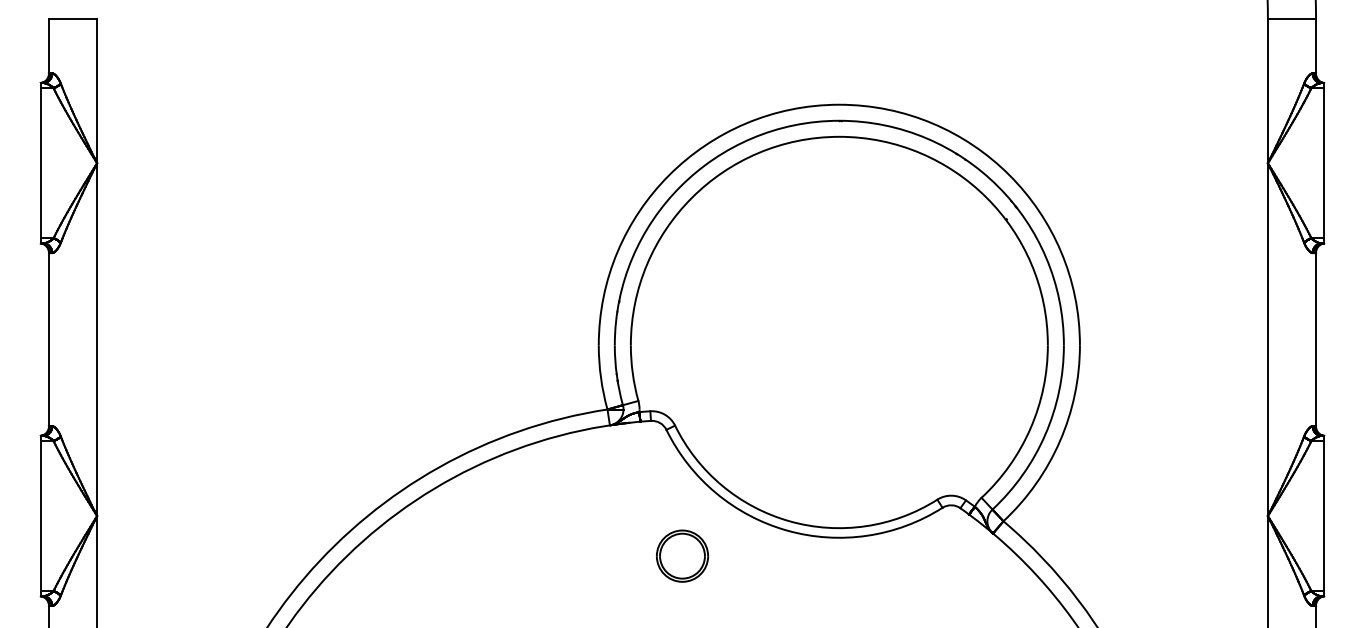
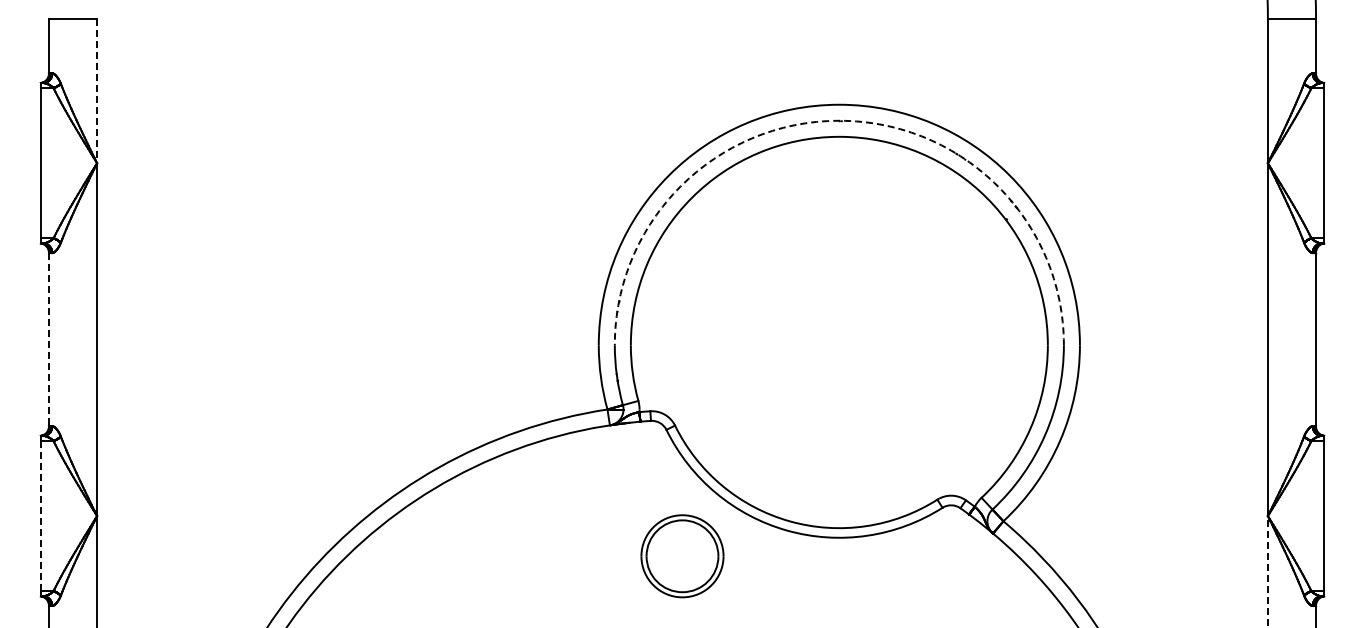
line at (97, 91): solid -> dashed
arc at (839, 120): solid -> dashed
line at (48, 339): solid -> dashed
line at (40, 515): solid -> dashed
part at (682, 555) size: 53x54 px -> 85x85 px
line at (1267, 571): solid -> dashed
